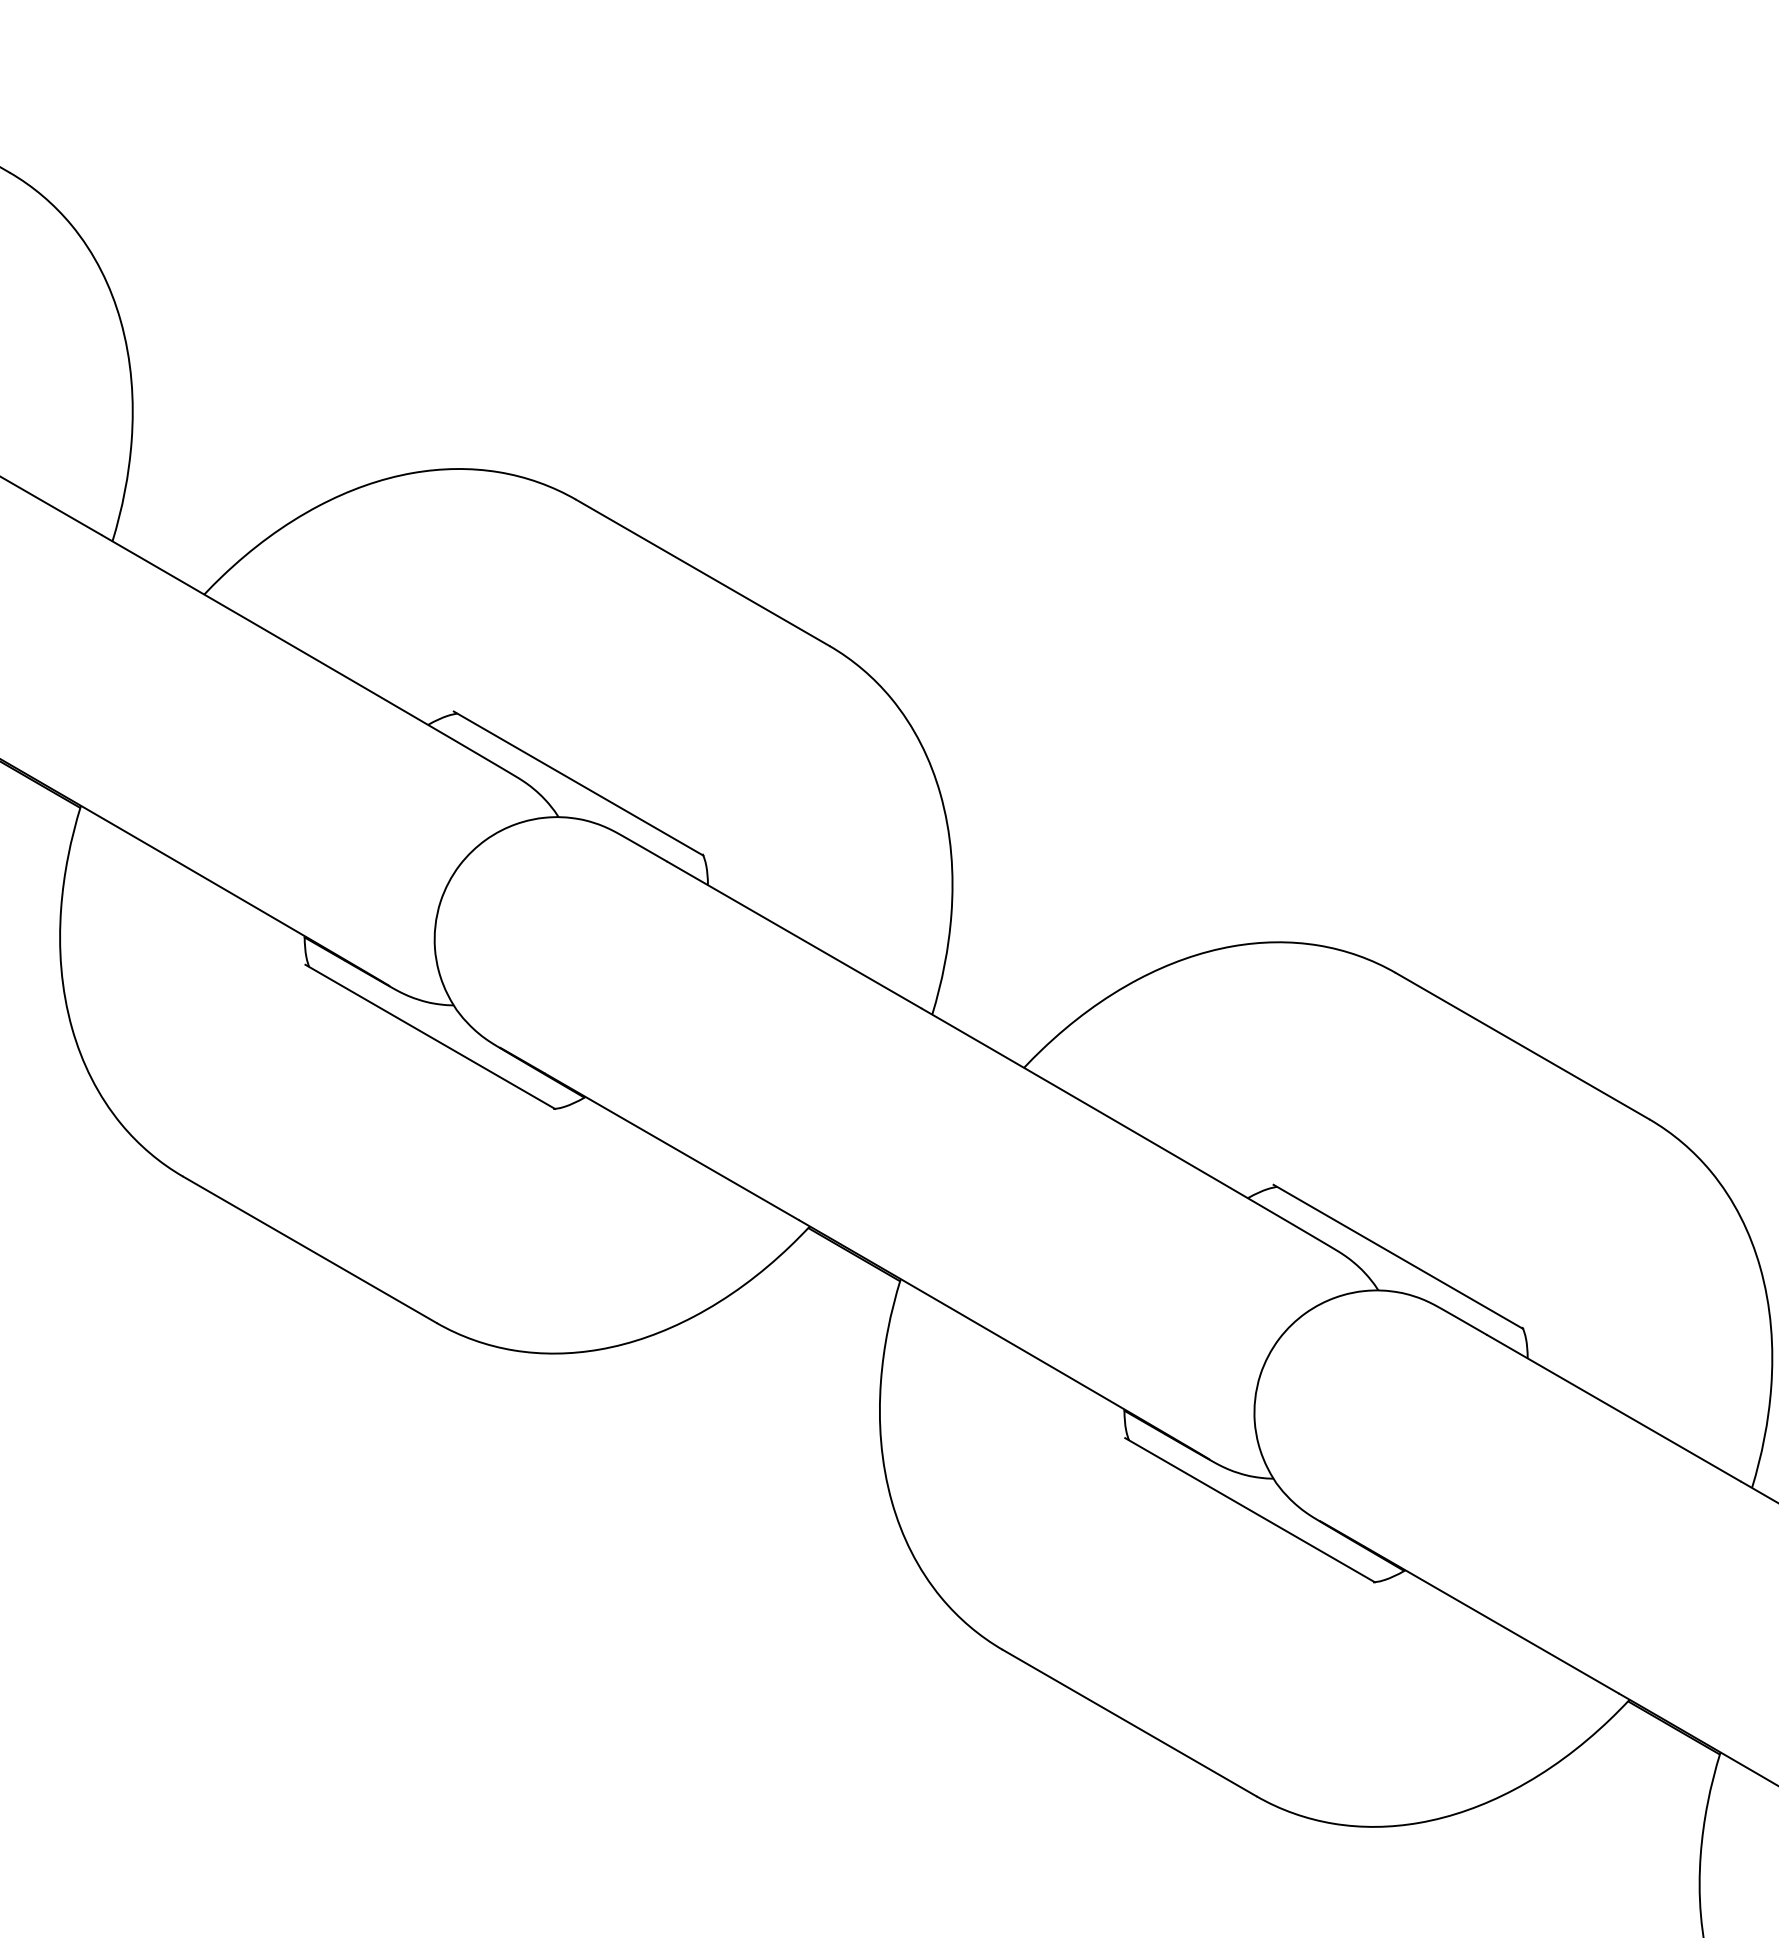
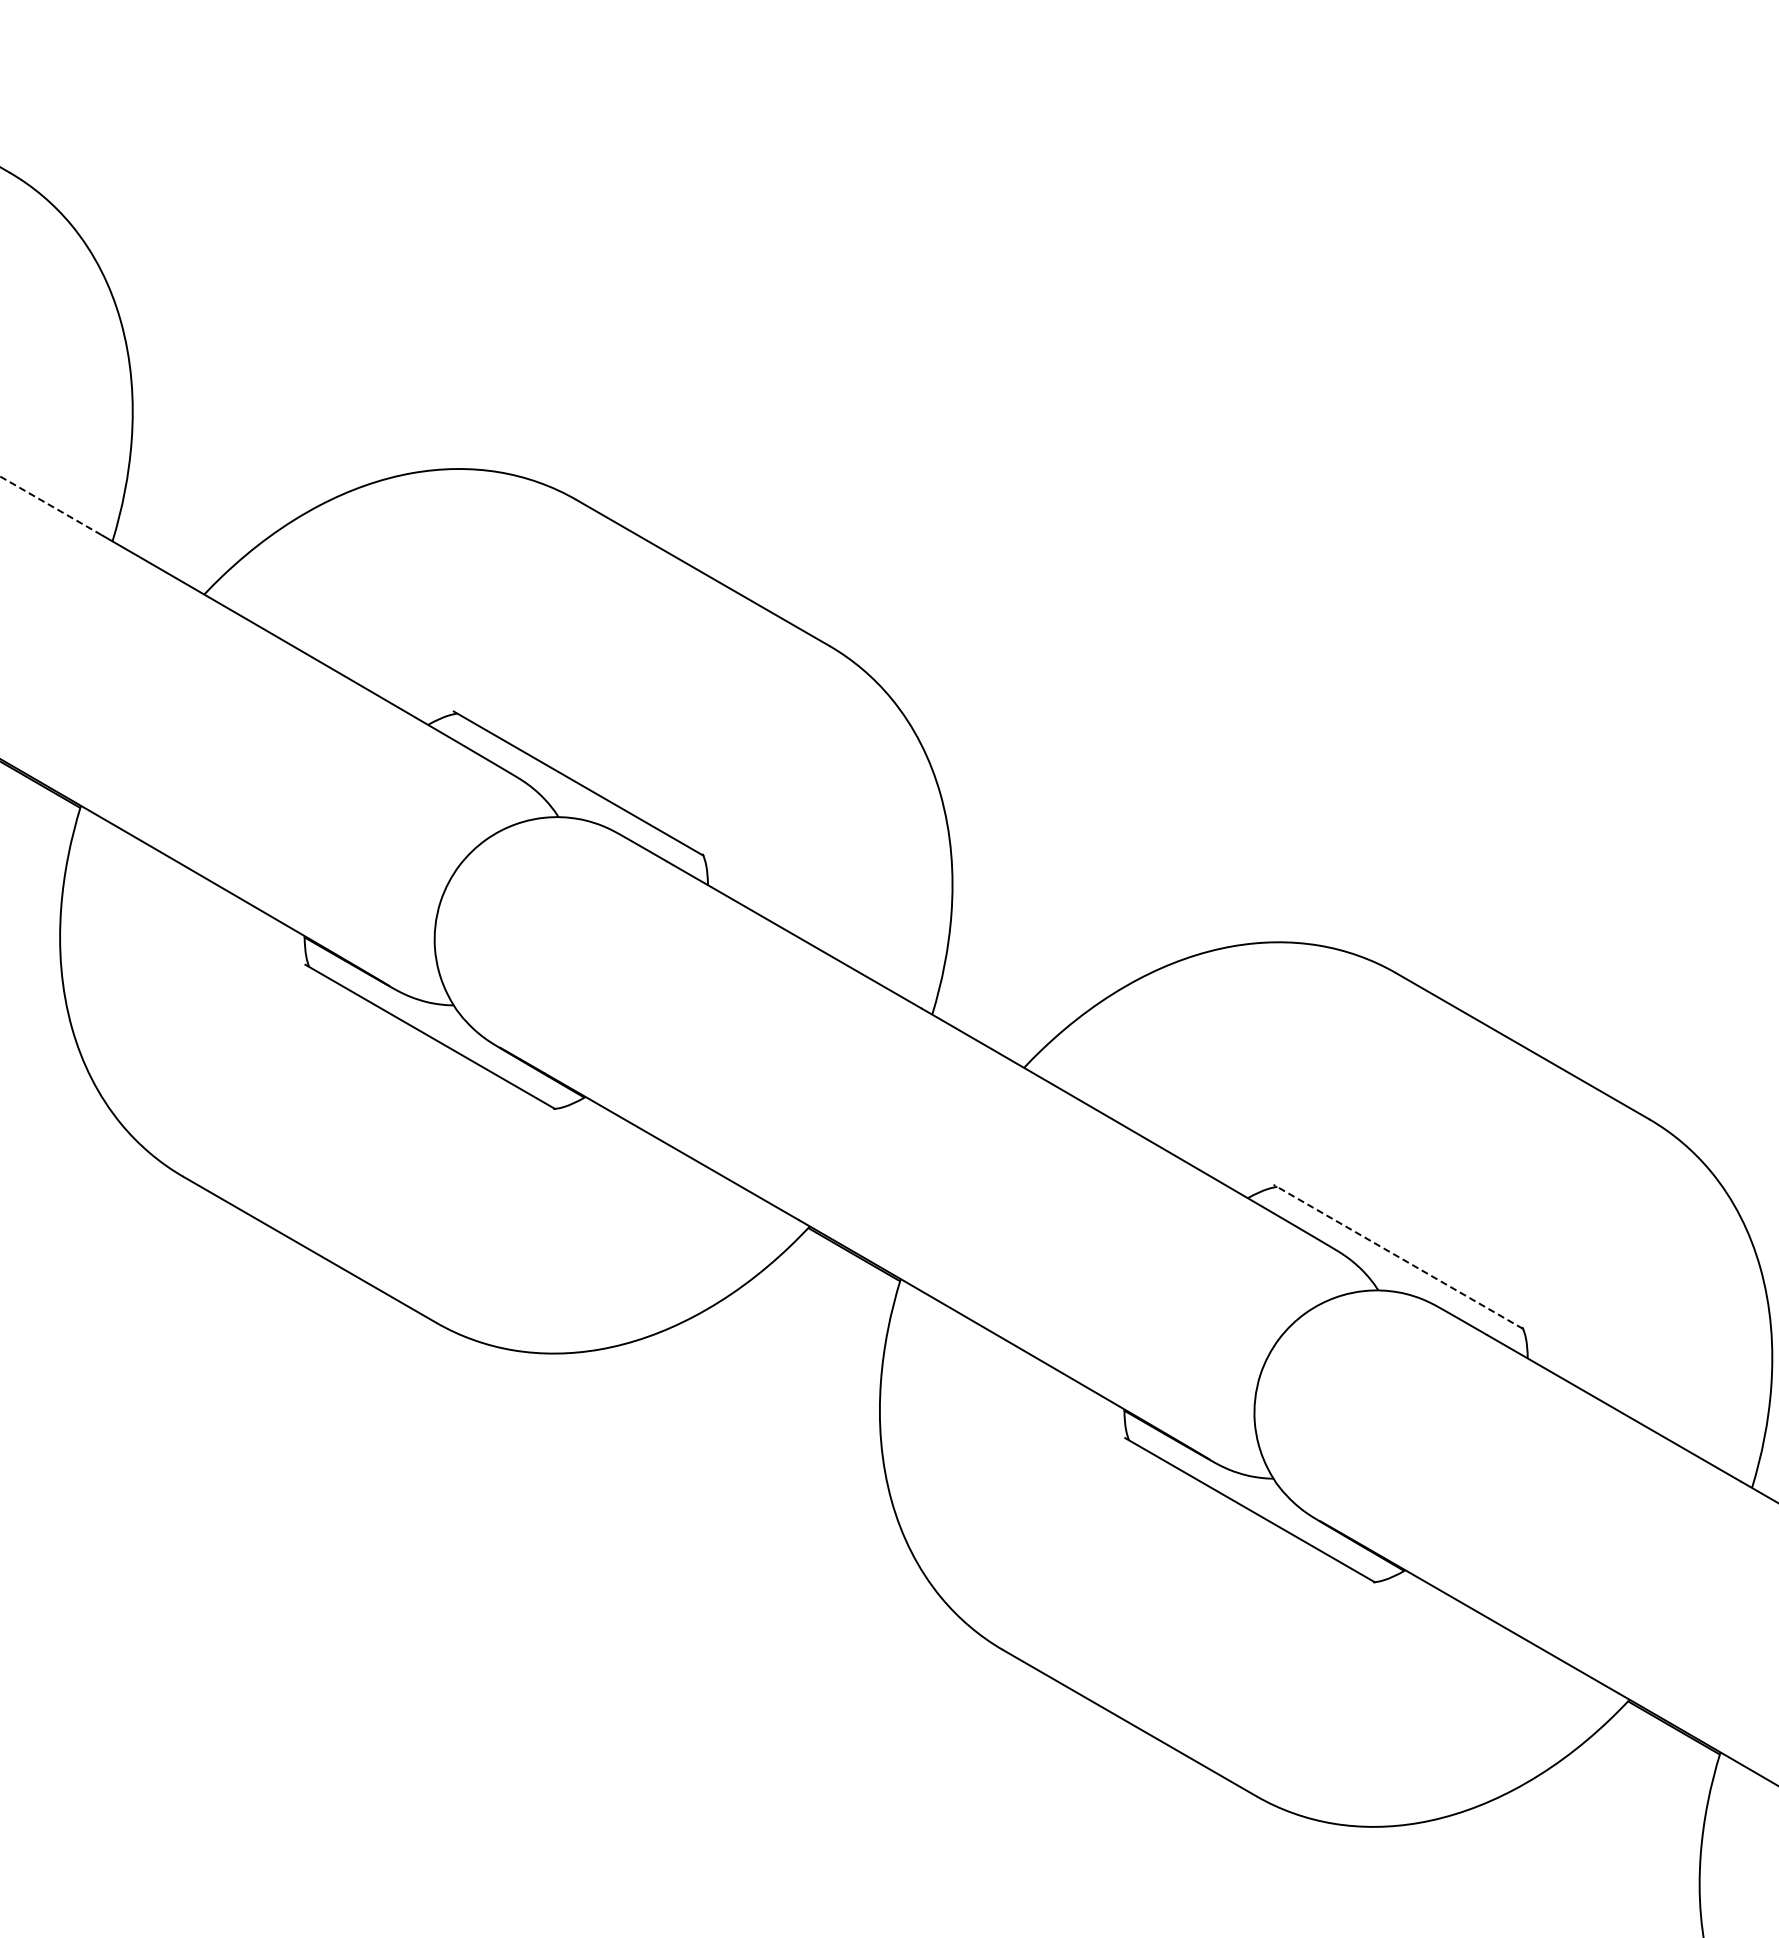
line at (51, 505): solid -> dashed
line at (1397, 1256): solid -> dashed
